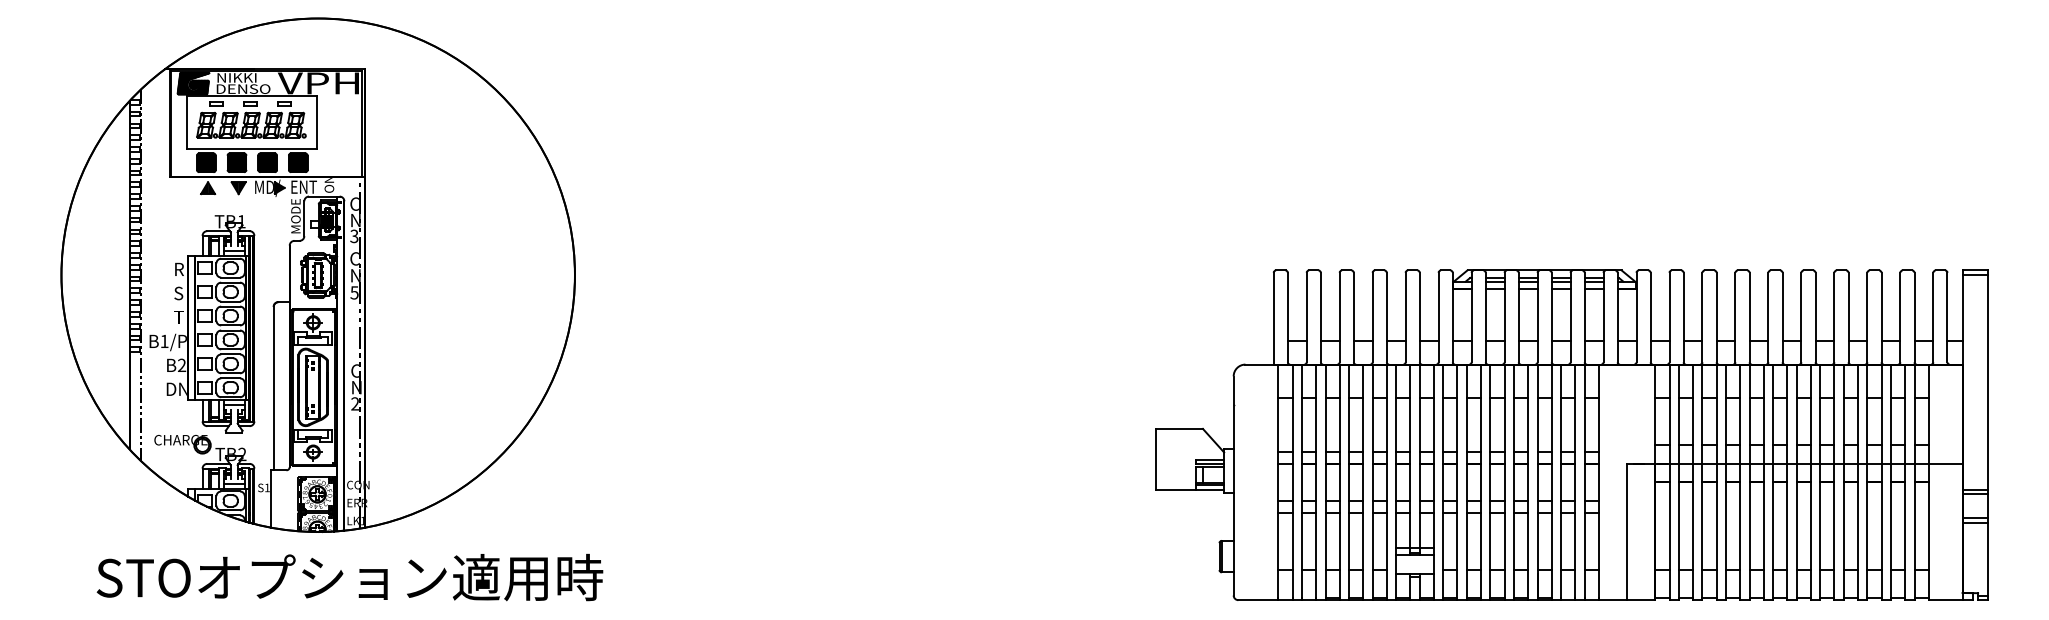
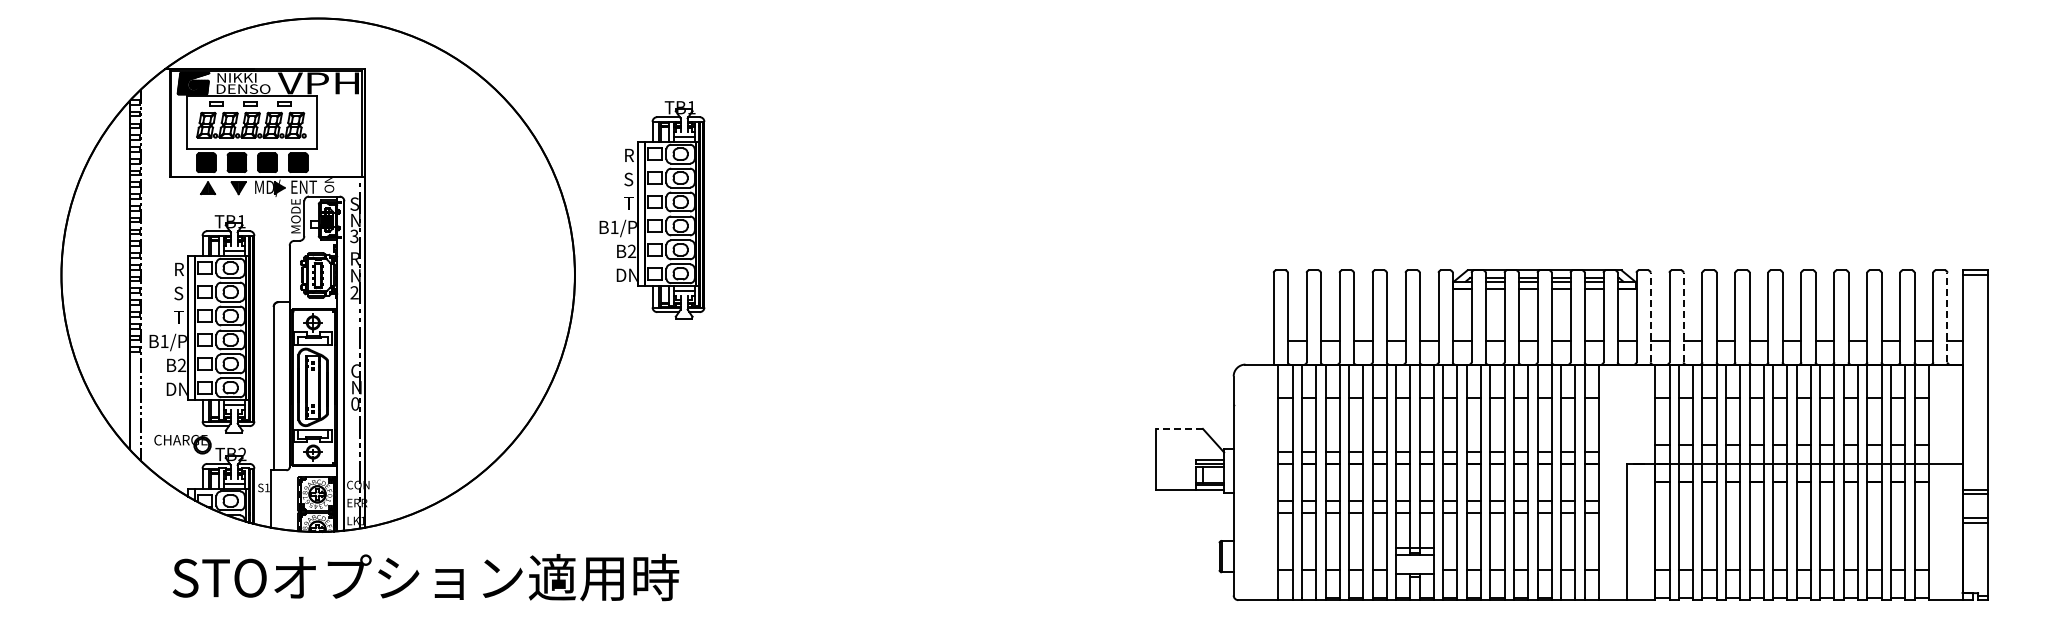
text at (354, 203): C -> S
part at (652, 210): none -> present
text at (354, 258): C -> R
text at (354, 292): 5 -> 2
line at (1650, 317): solid -> dashed
line at (1683, 317): solid -> dashed
line at (1947, 317): solid -> dashed
text at (355, 403): 2 -> 0
line at (1179, 428): solid -> dashed
text at (349, 577) position: (349, 577) -> (425, 577)
